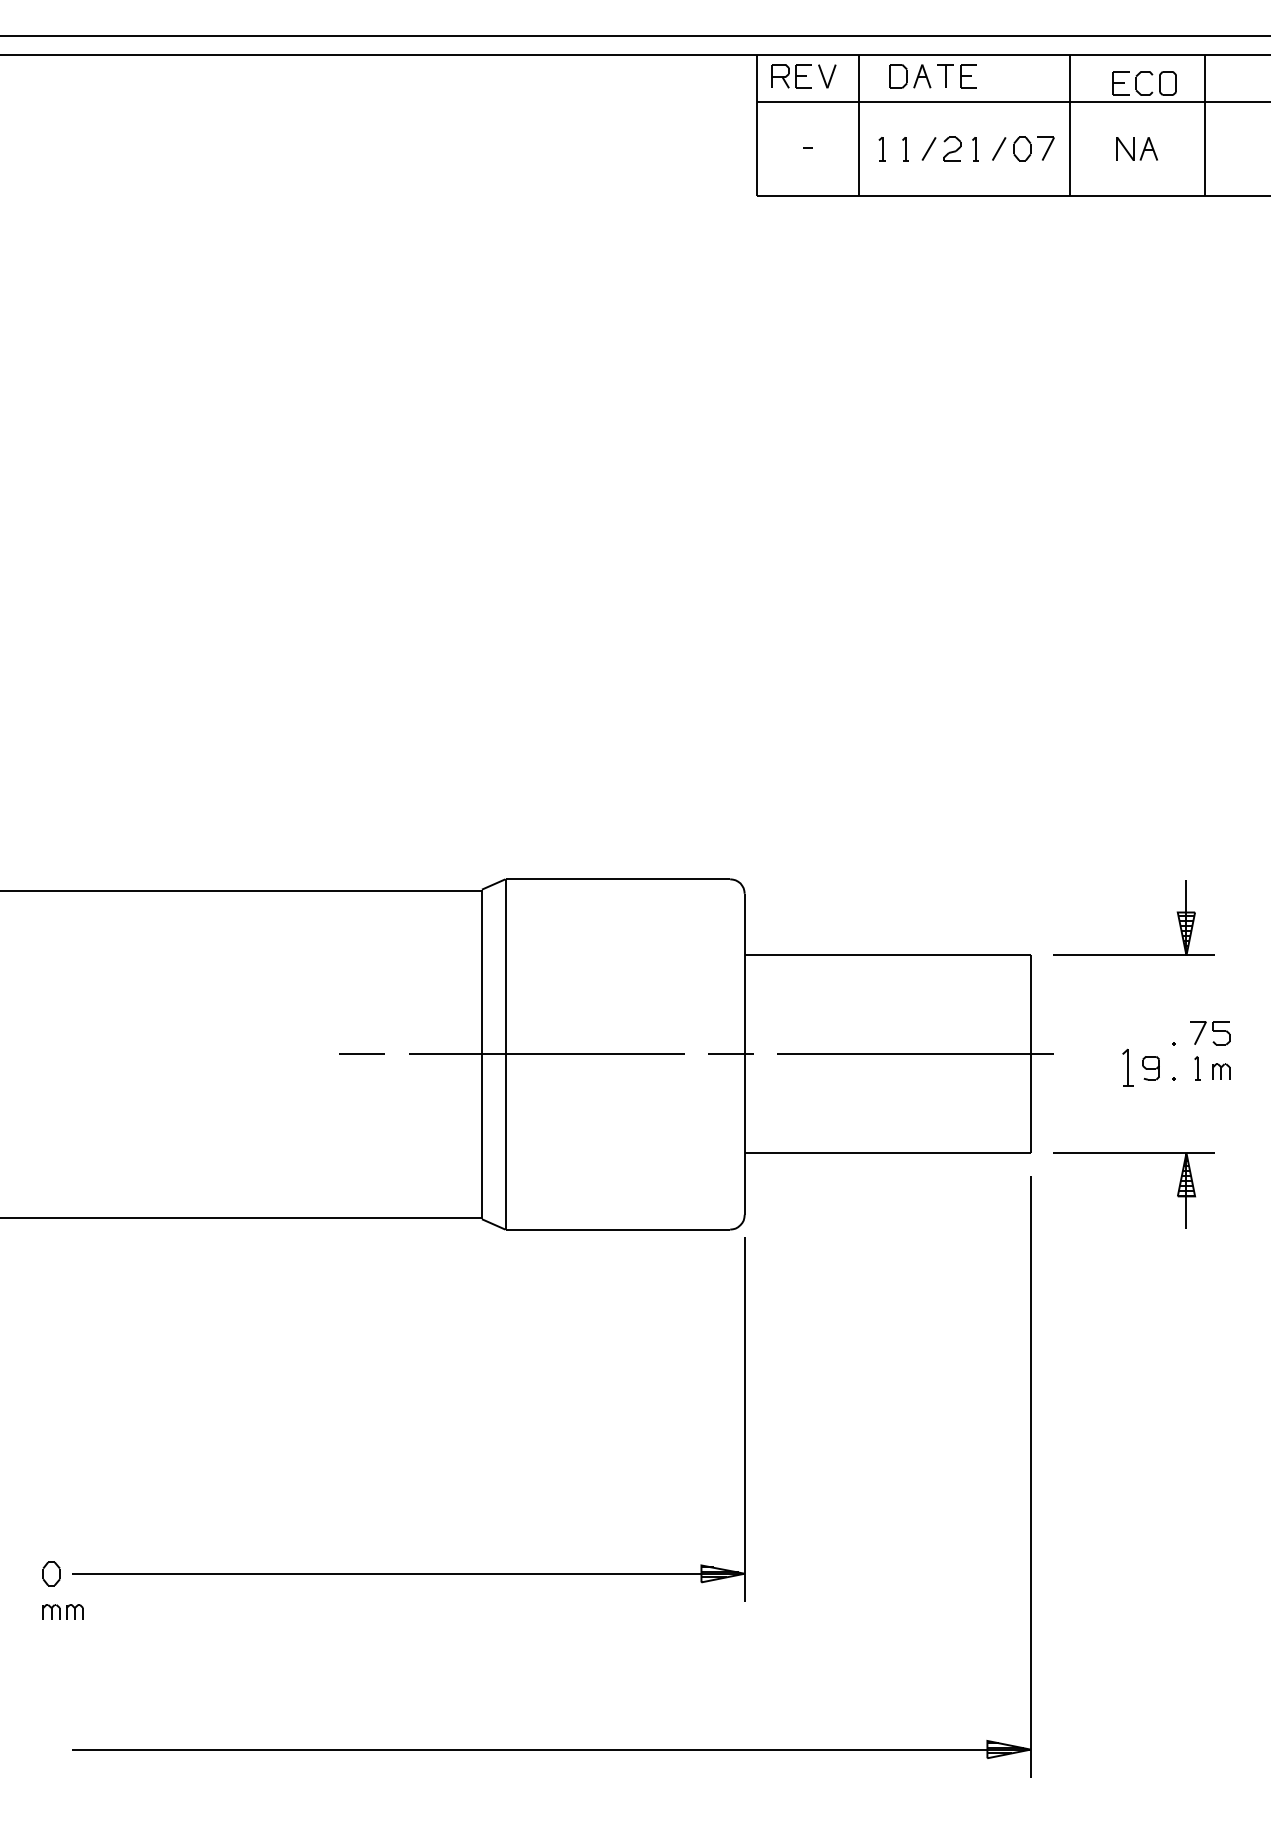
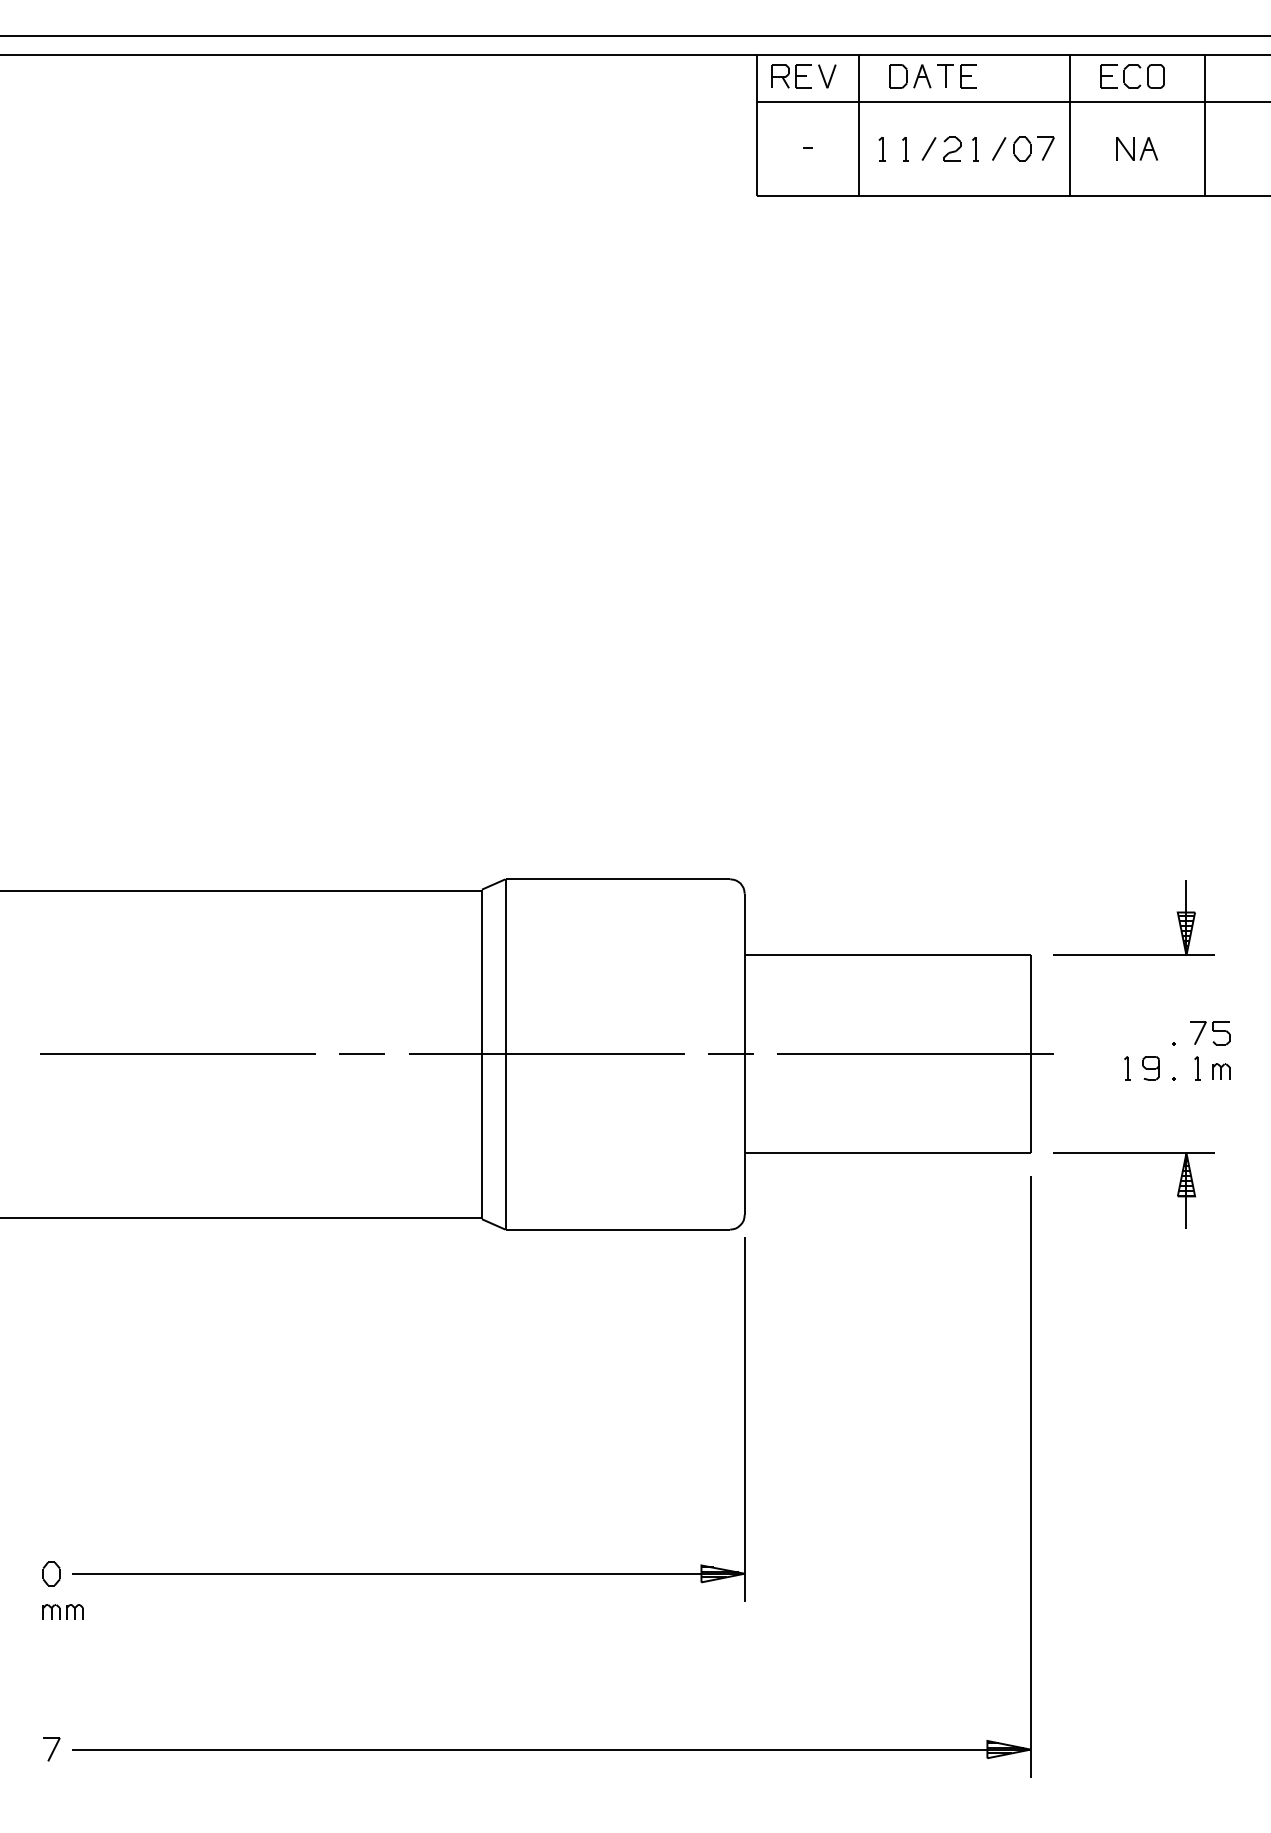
part at (1136, 83) position: (1136, 83) -> (1124, 76)
line at (177, 1053): none -> present
part at (1127, 1067) size: 12x39 px -> 7x25 px
part at (51, 1749): none -> present
